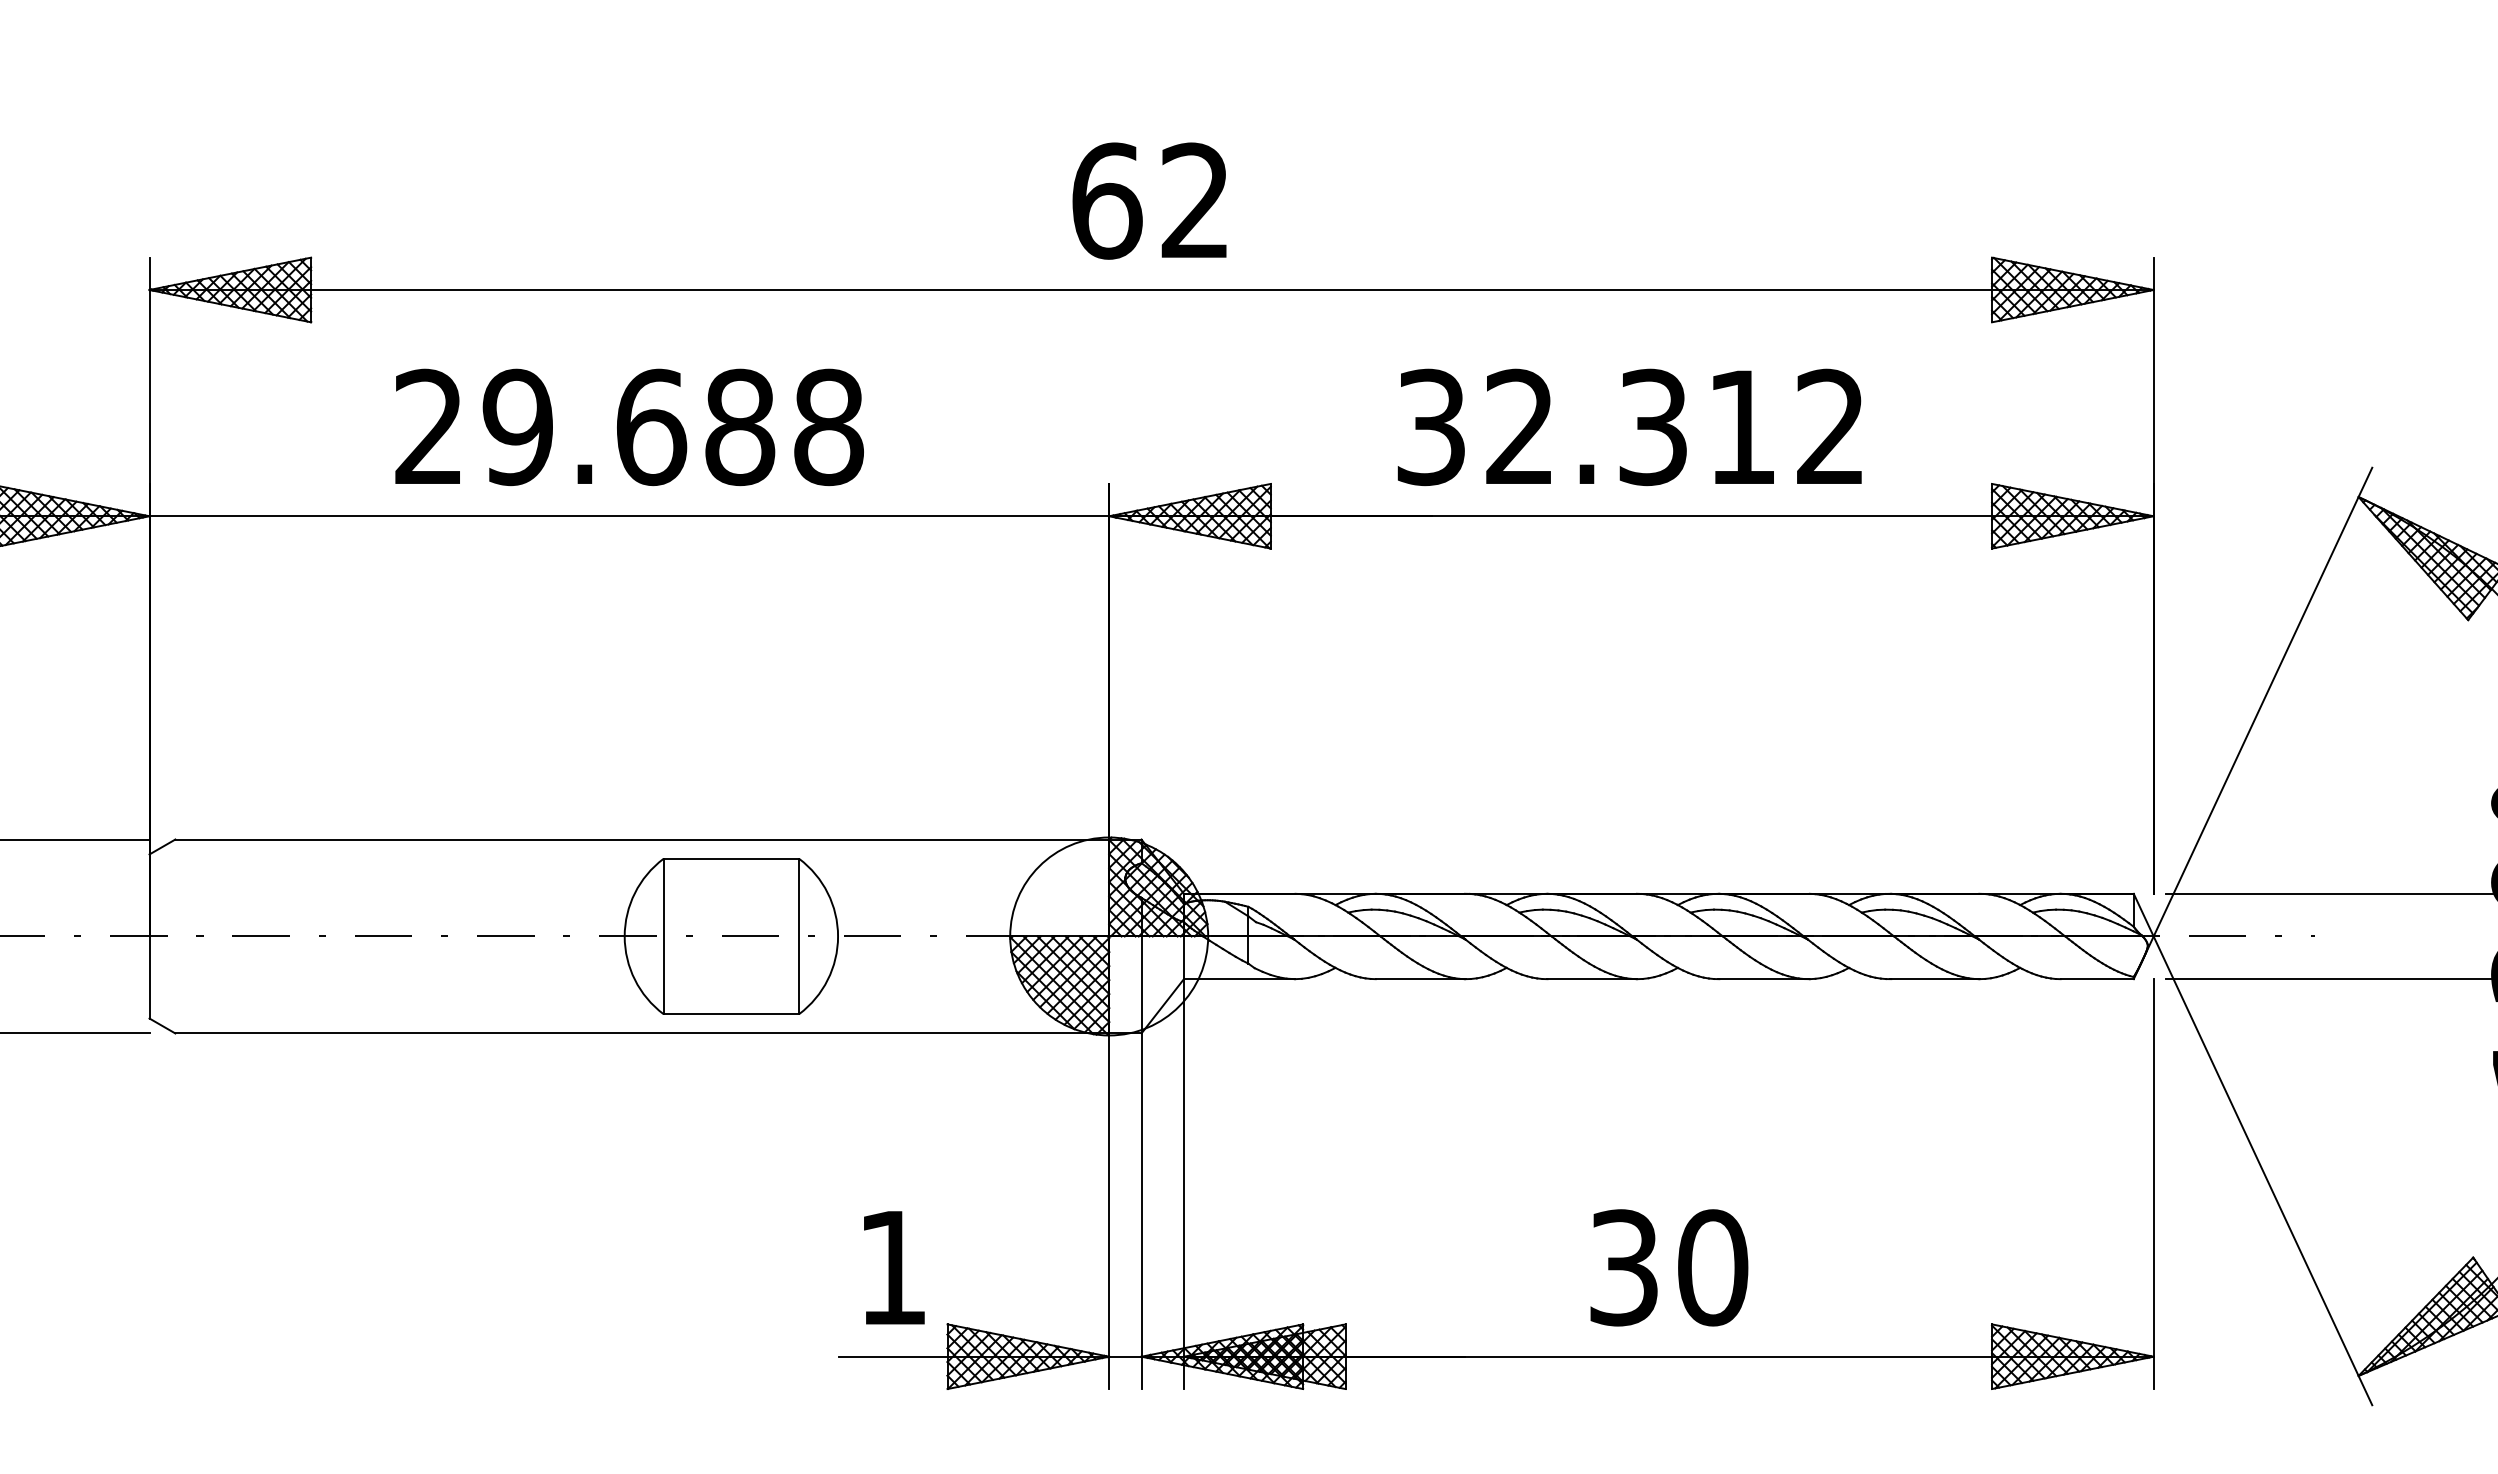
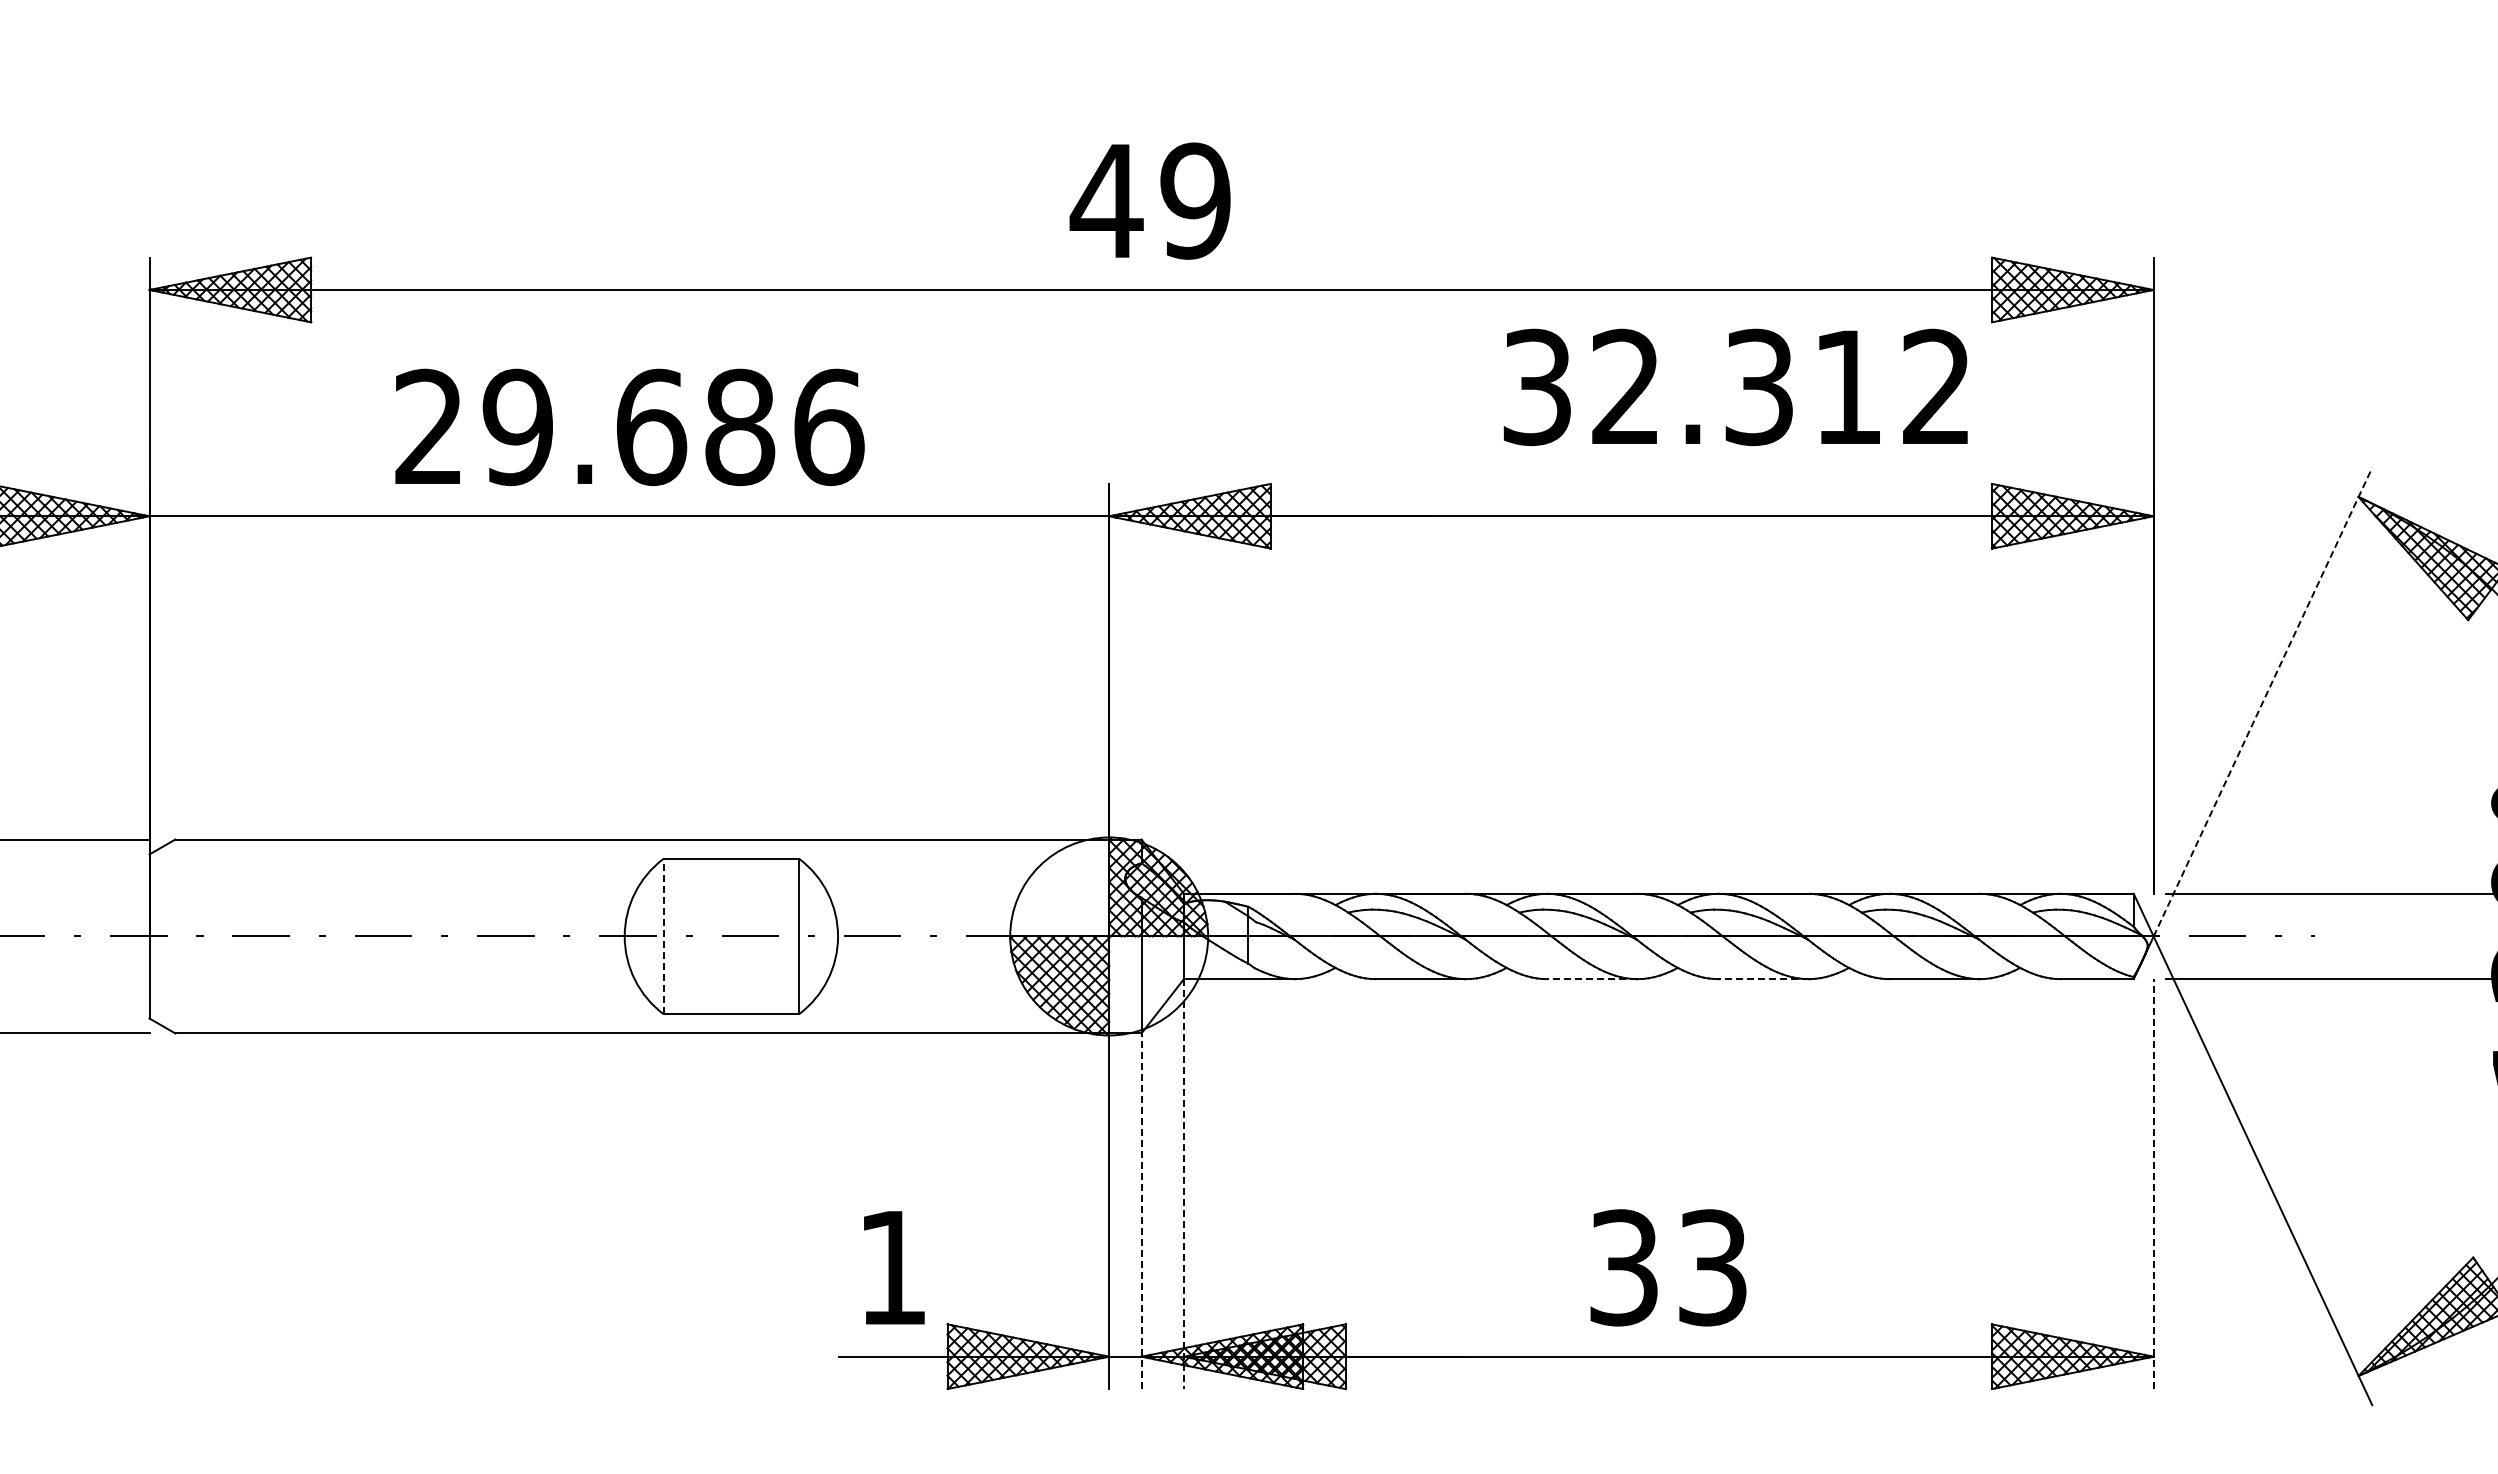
text at (1149, 200): 62 -> 49
text at (829, 427): 29.688 -> 29.686
text at (1629, 427) position: (1629, 427) -> (1735, 387)
line at (2262, 702): solid -> dashed
line at (663, 936): solid -> dashed
line at (1591, 979): solid -> dashed
line at (1762, 979): solid -> dashed
line at (1183, 1184): solid -> dashed
line at (2153, 1184): solid -> dashed
line at (1141, 1211): solid -> dashed
text at (1713, 1267): 30 -> 33
